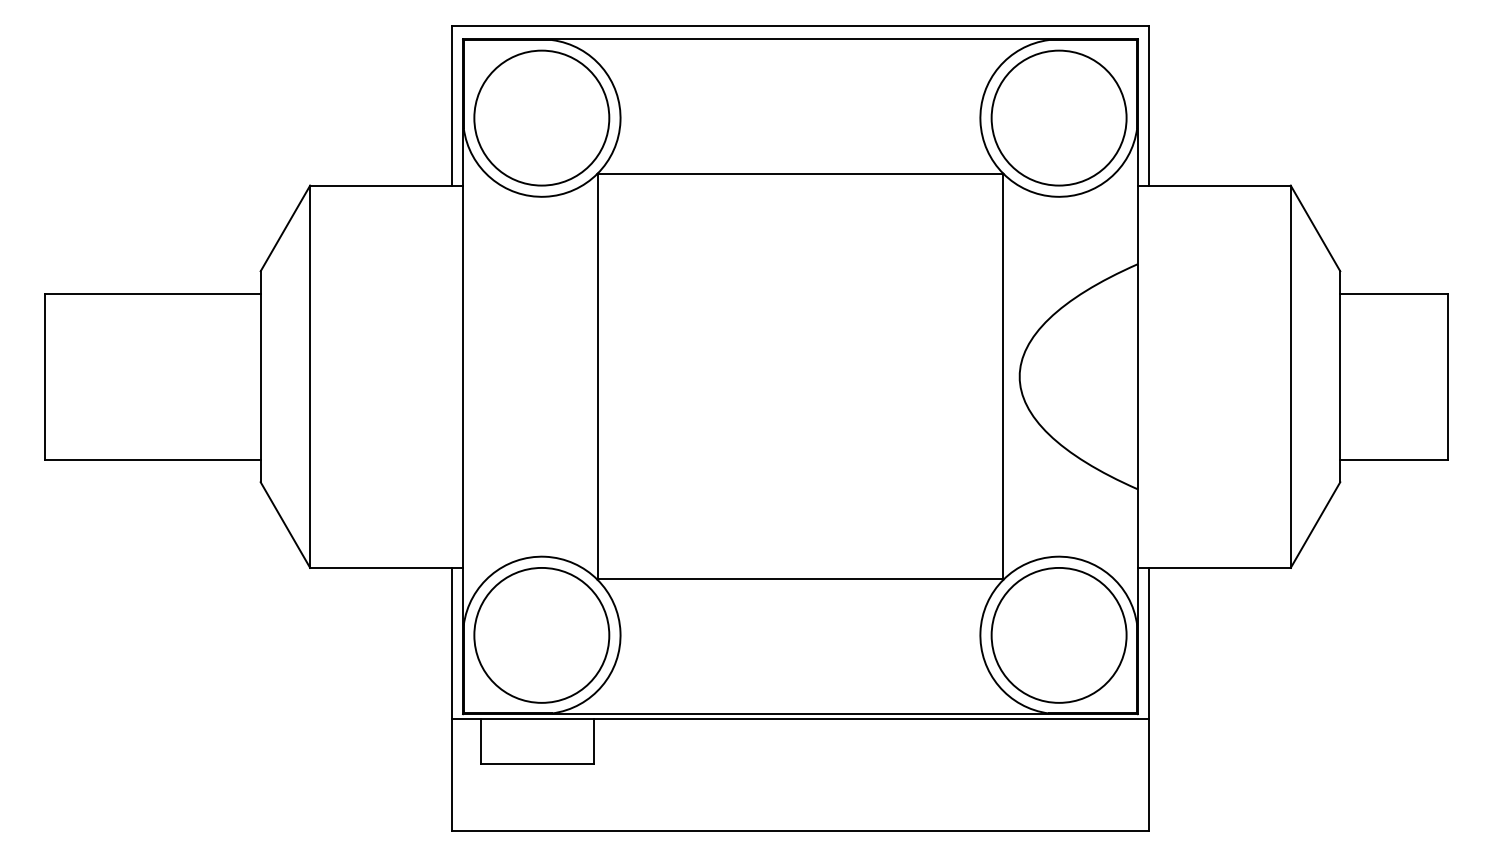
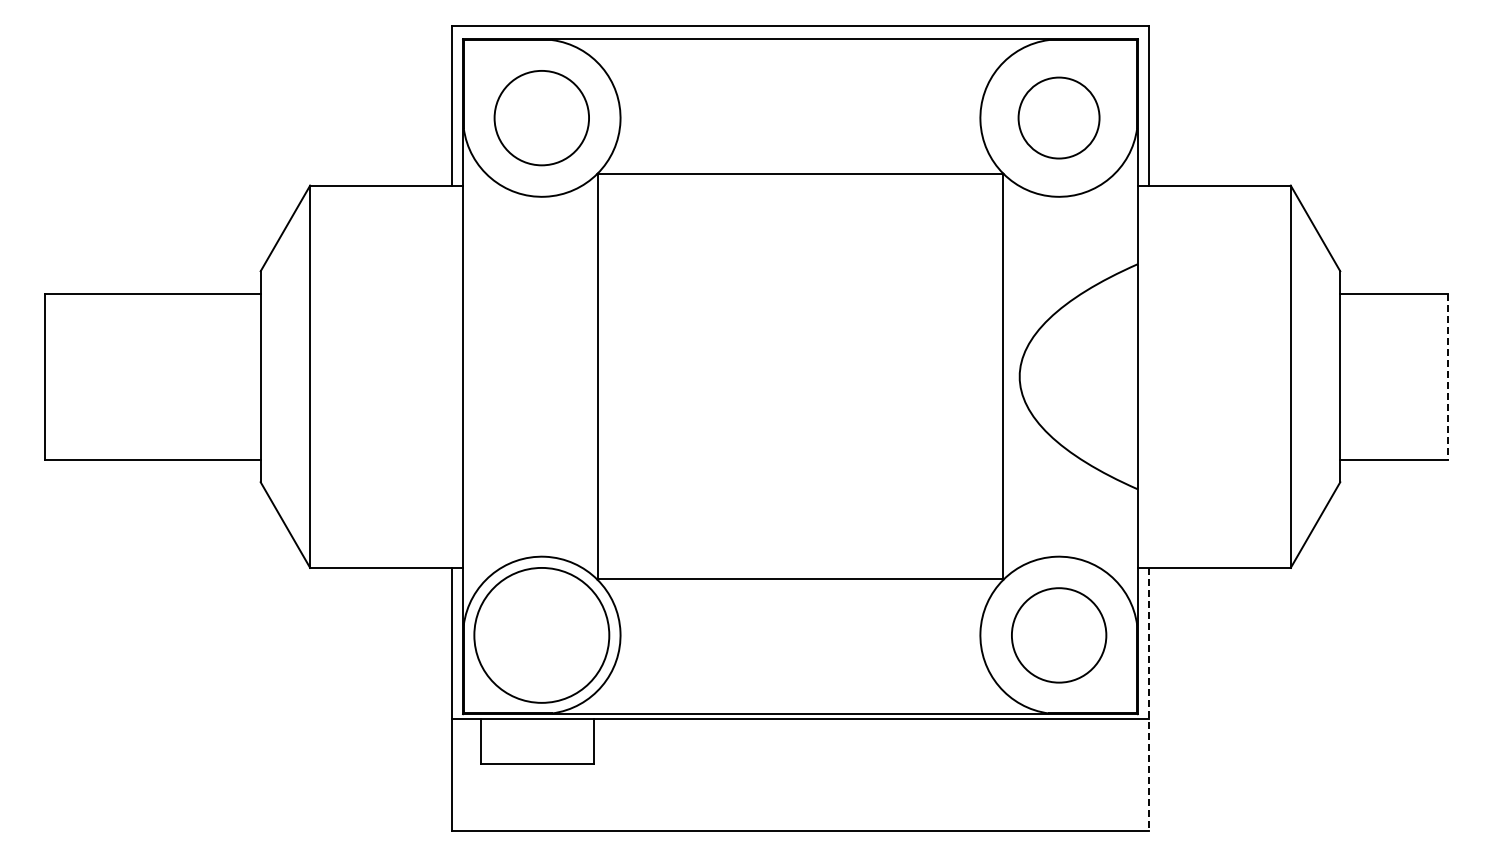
circle at (541, 117) diameter: 135 px -> 94 px
circle at (1058, 117) size: 138x138 px -> 84x84 px
line at (1448, 377): solid -> dashed
circle at (1058, 634) diameter: 135 px -> 94 px
line at (1149, 699): solid -> dashed
